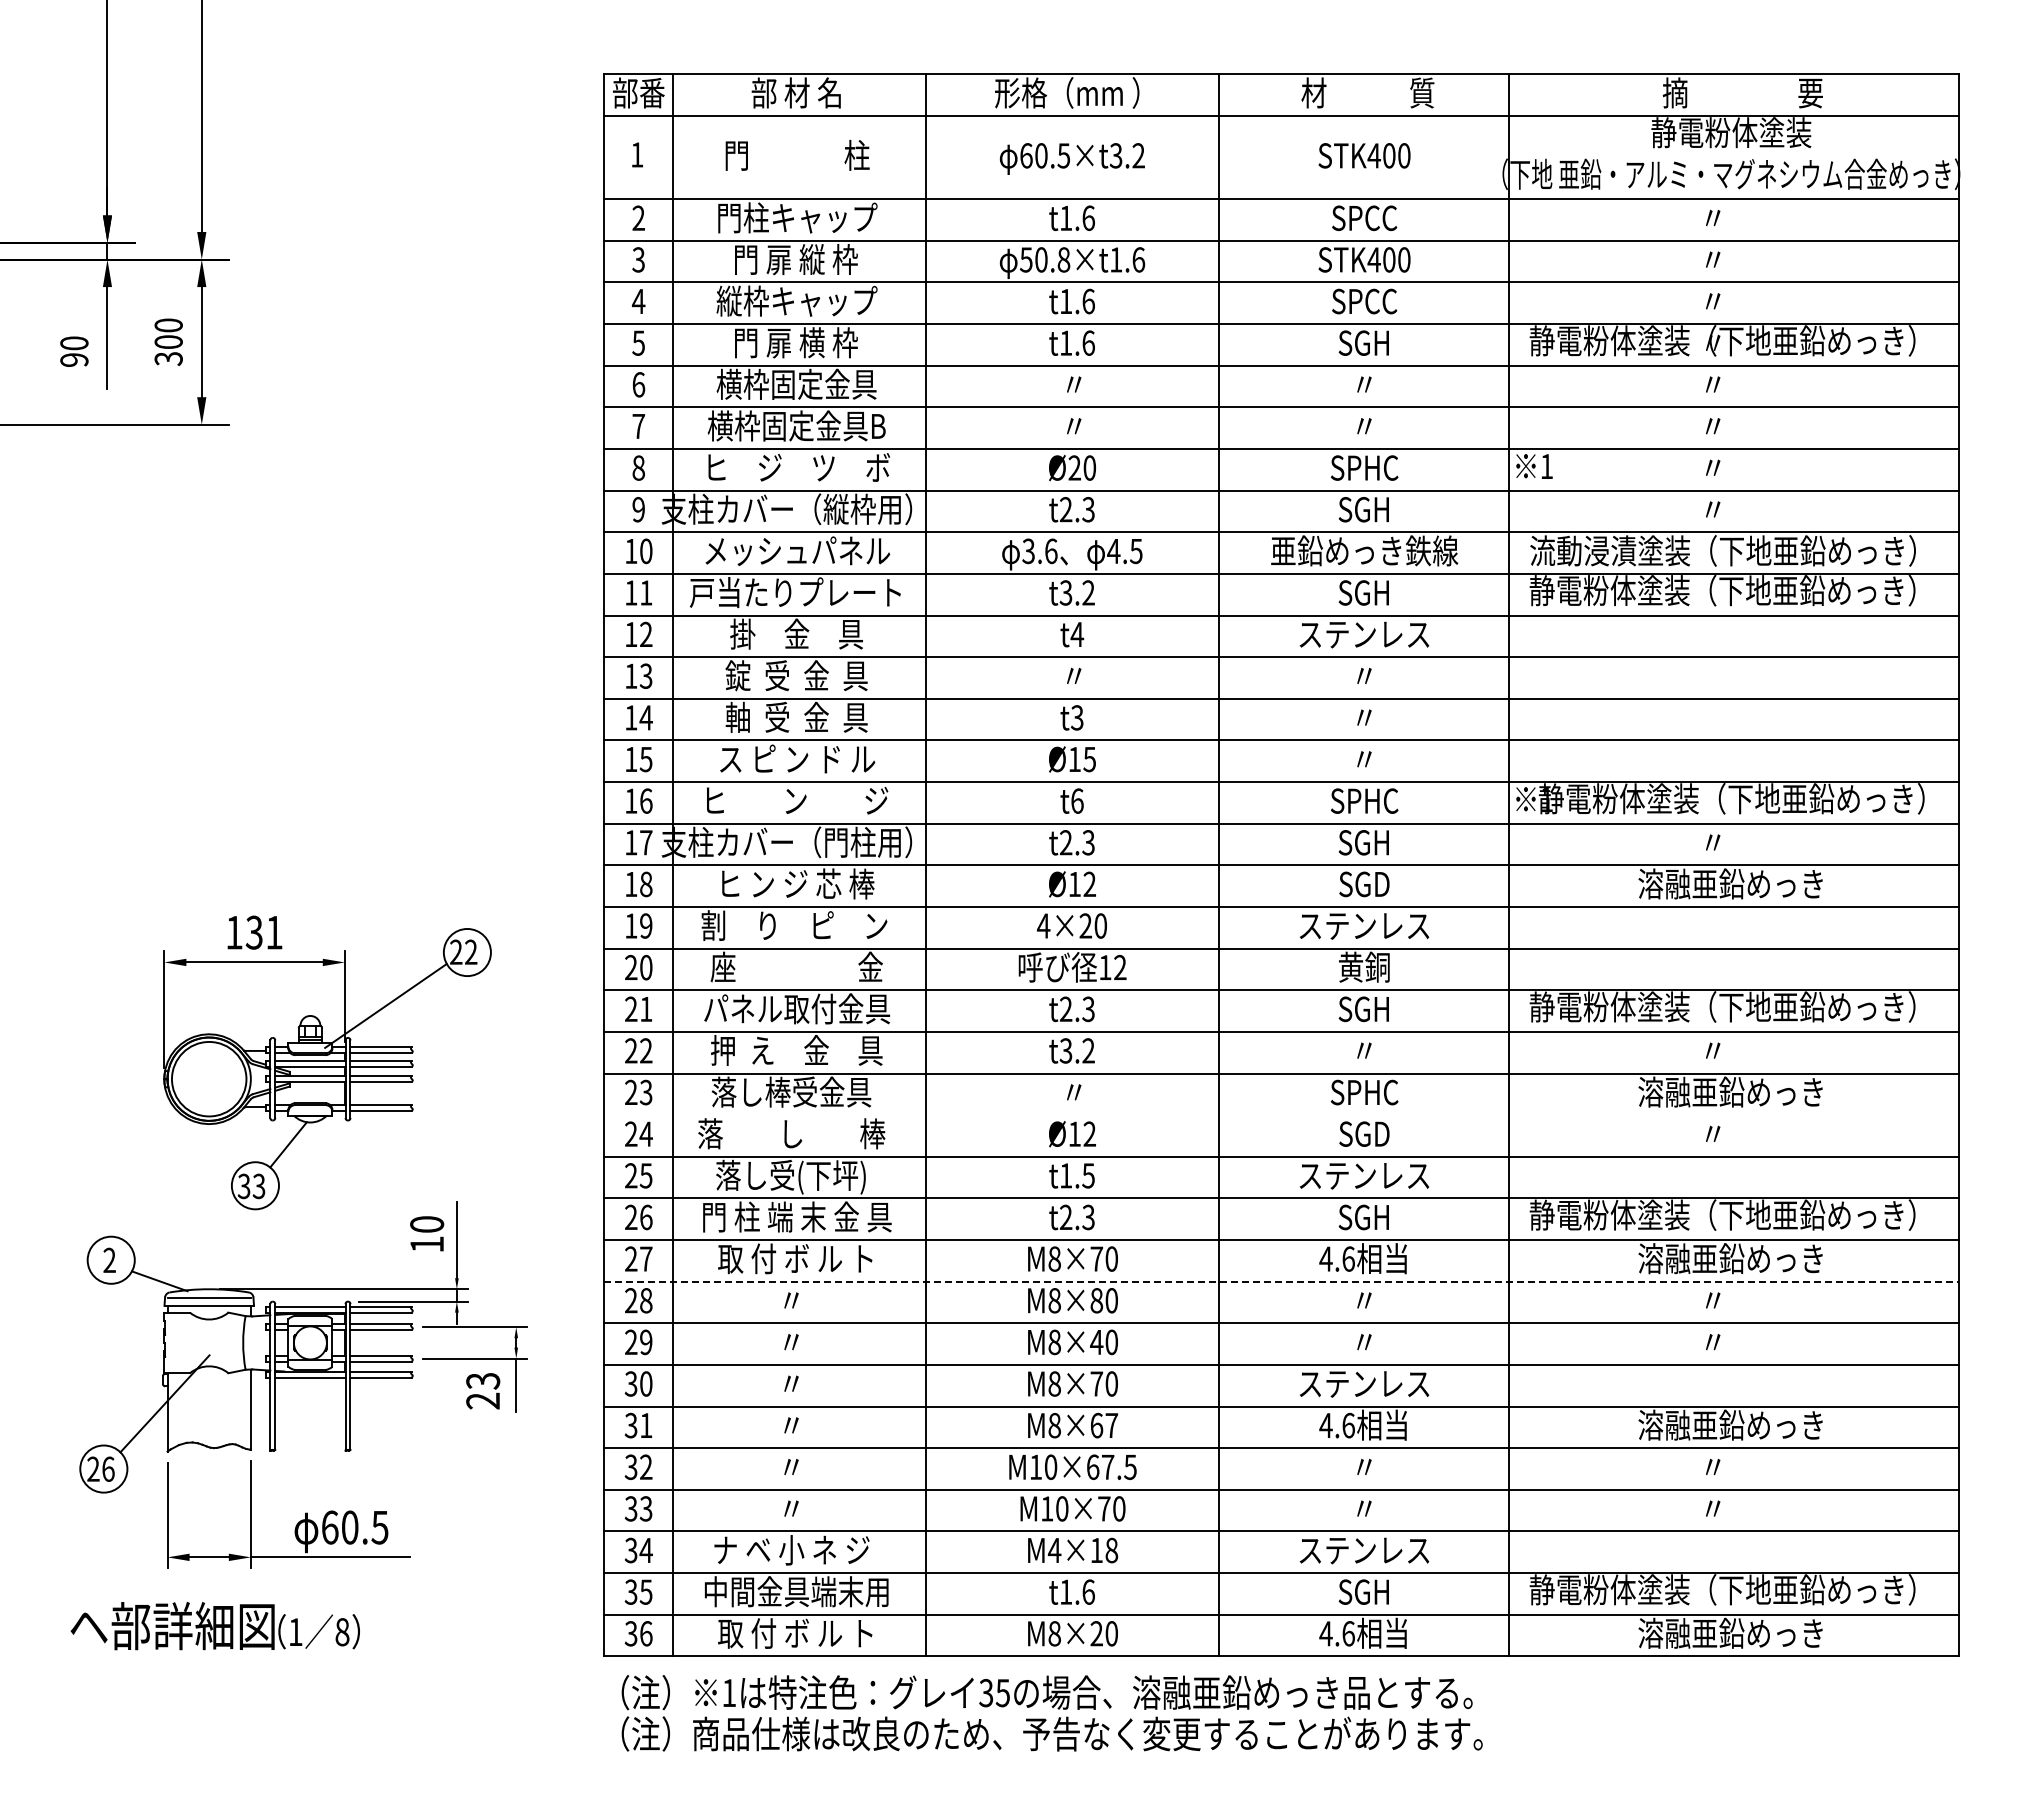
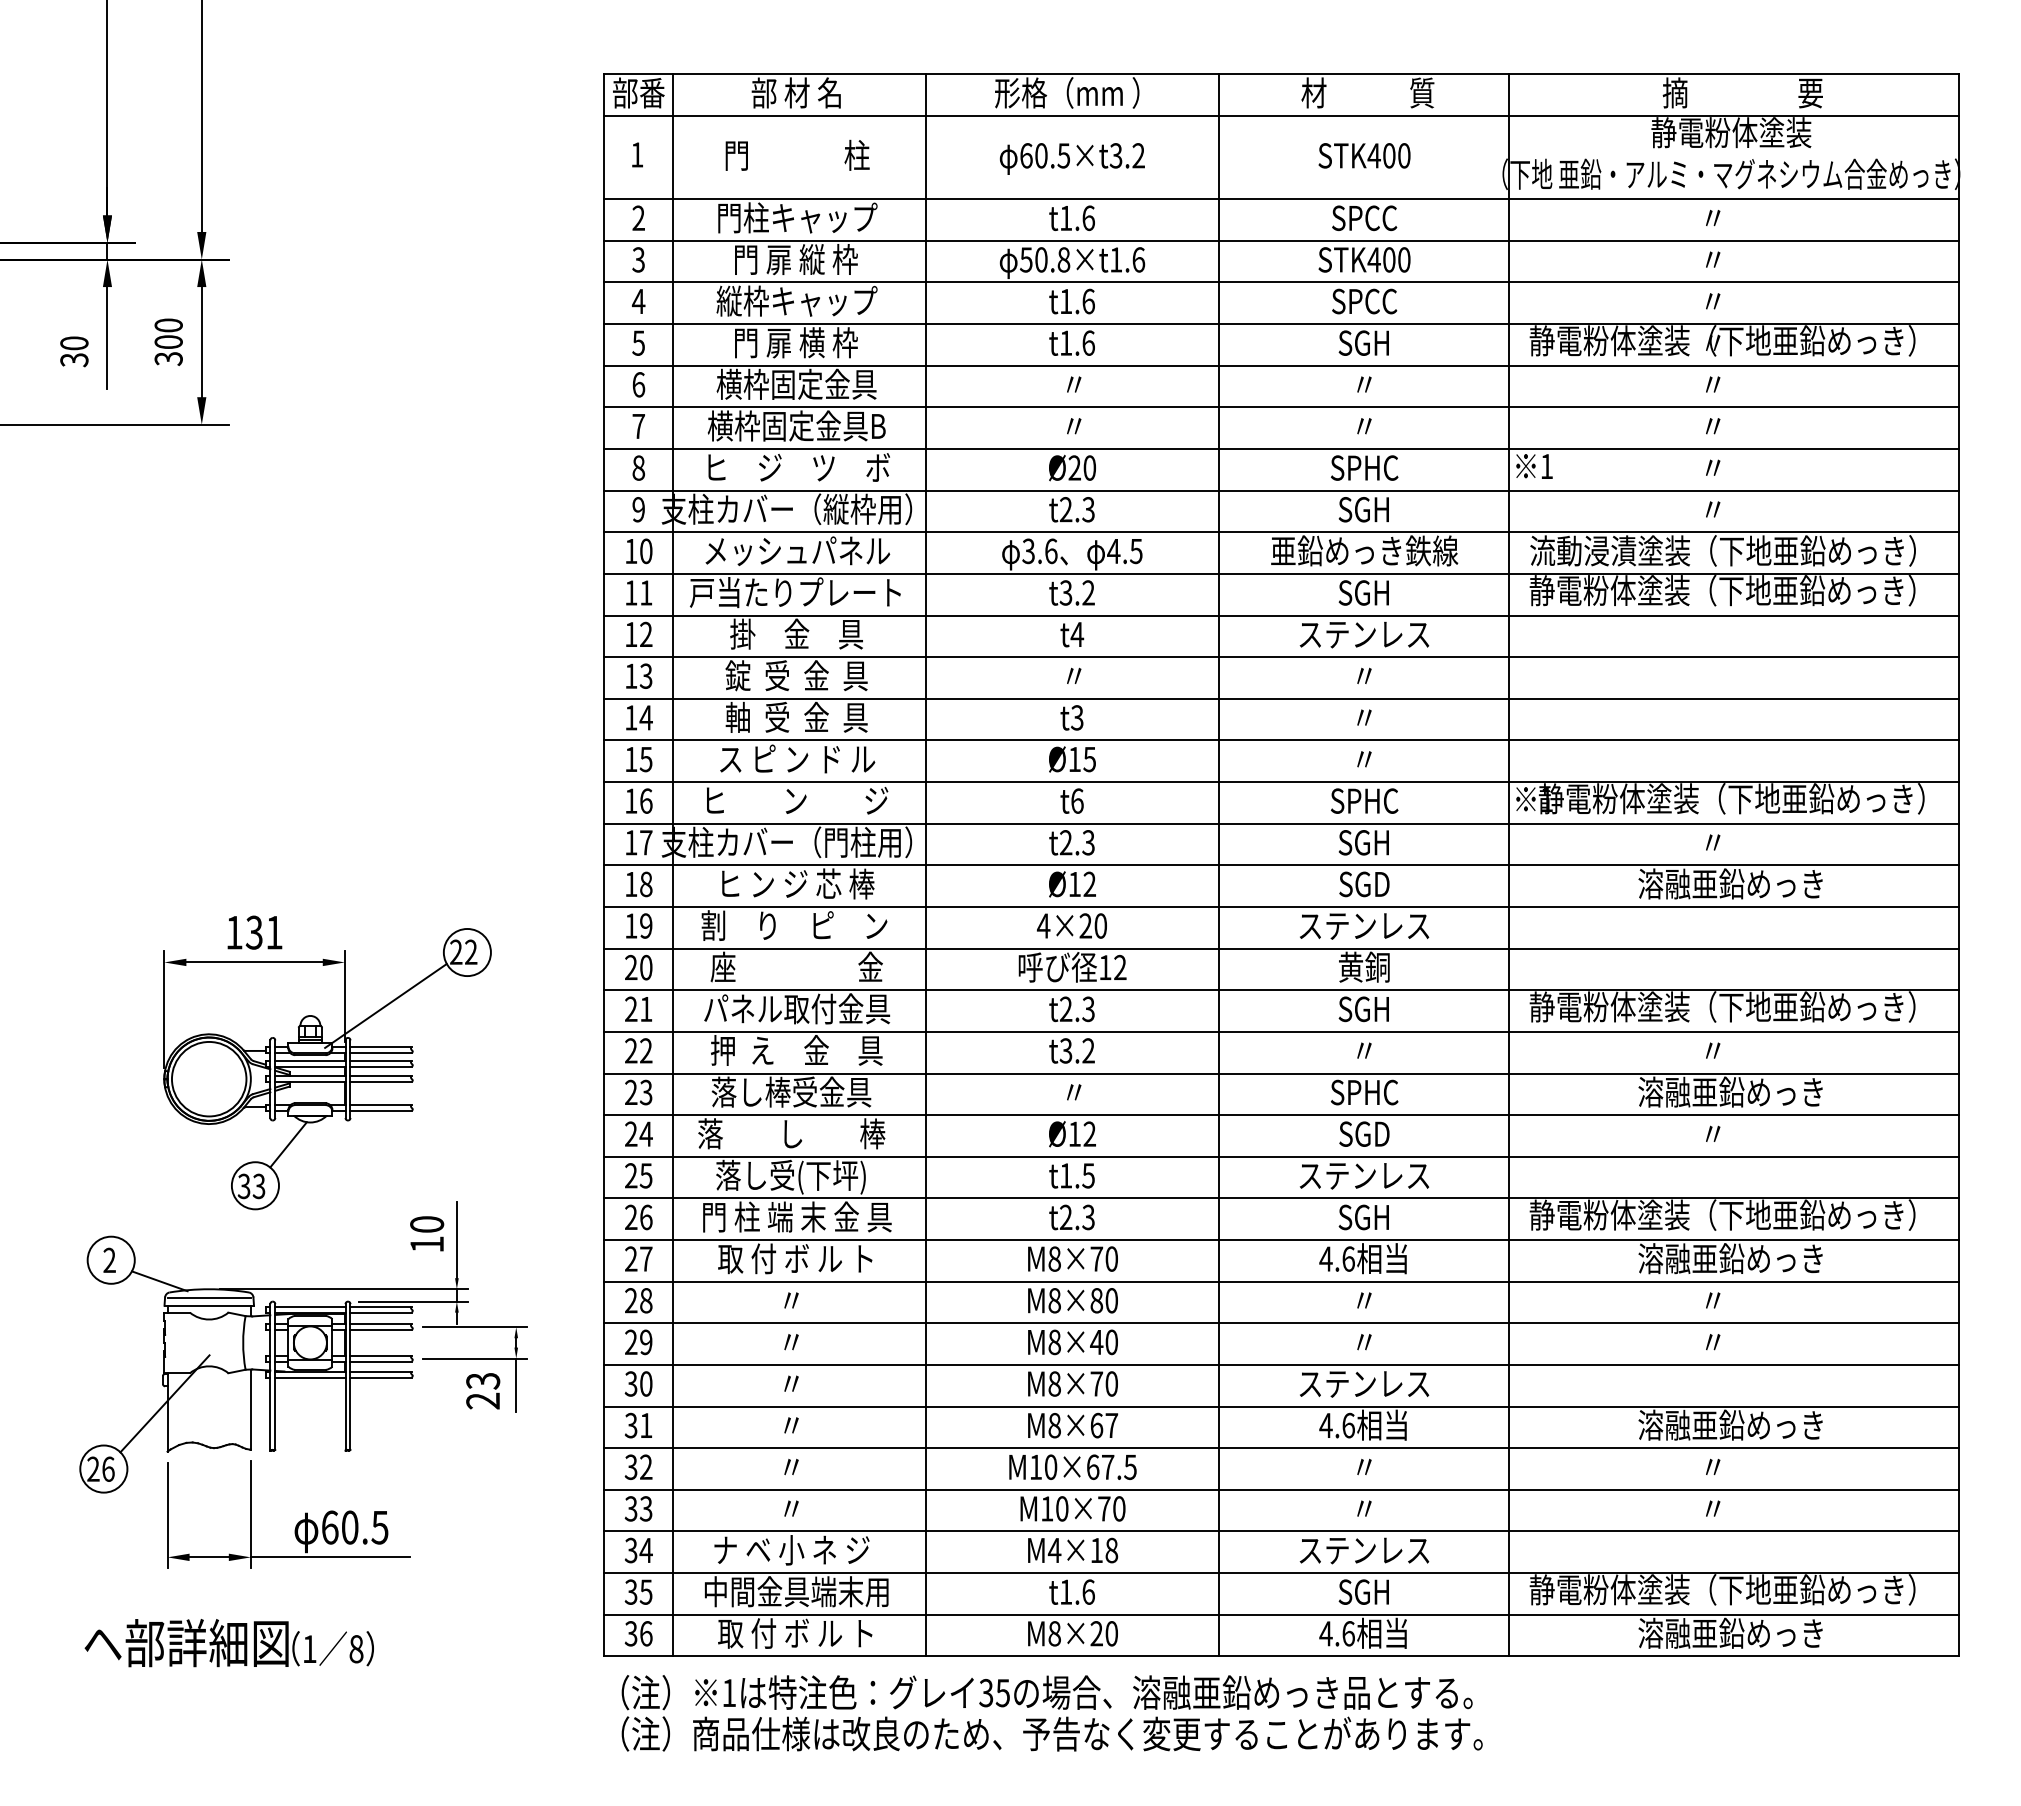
text at (74, 360): 90 -> 30
line at (1280, 1115): none -> present
line at (1281, 1281): dashed -> solid
text at (214, 1626) position: (214, 1626) -> (228, 1643)
